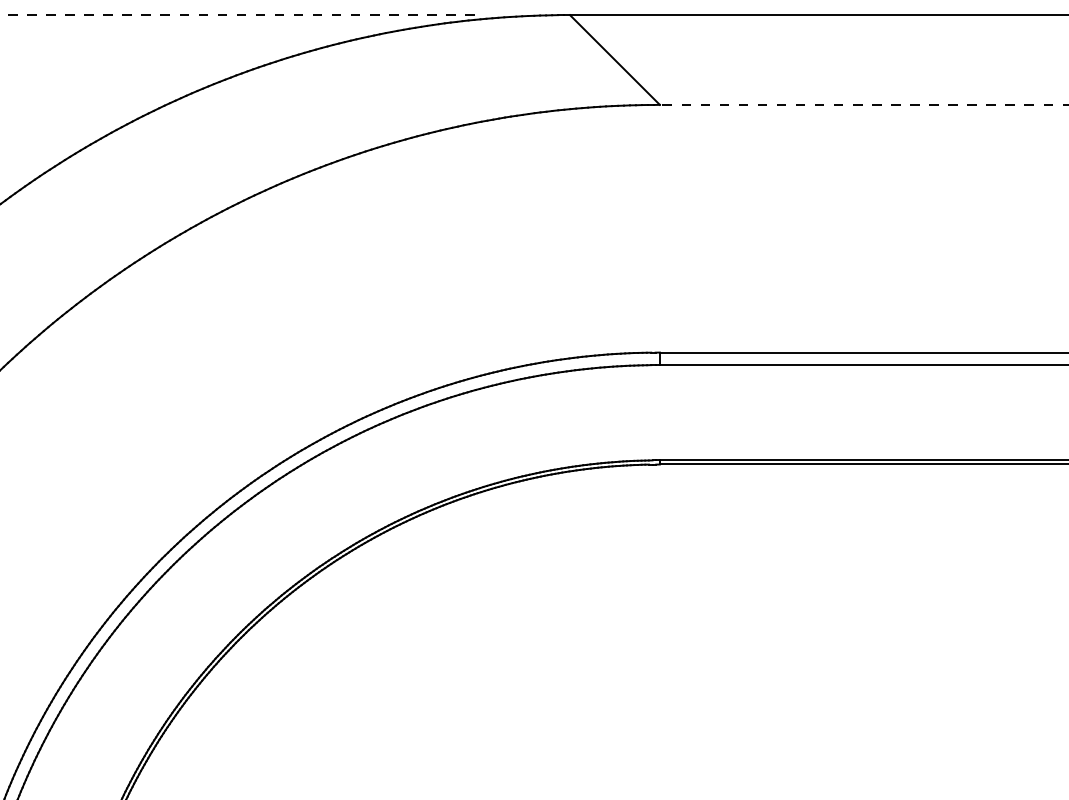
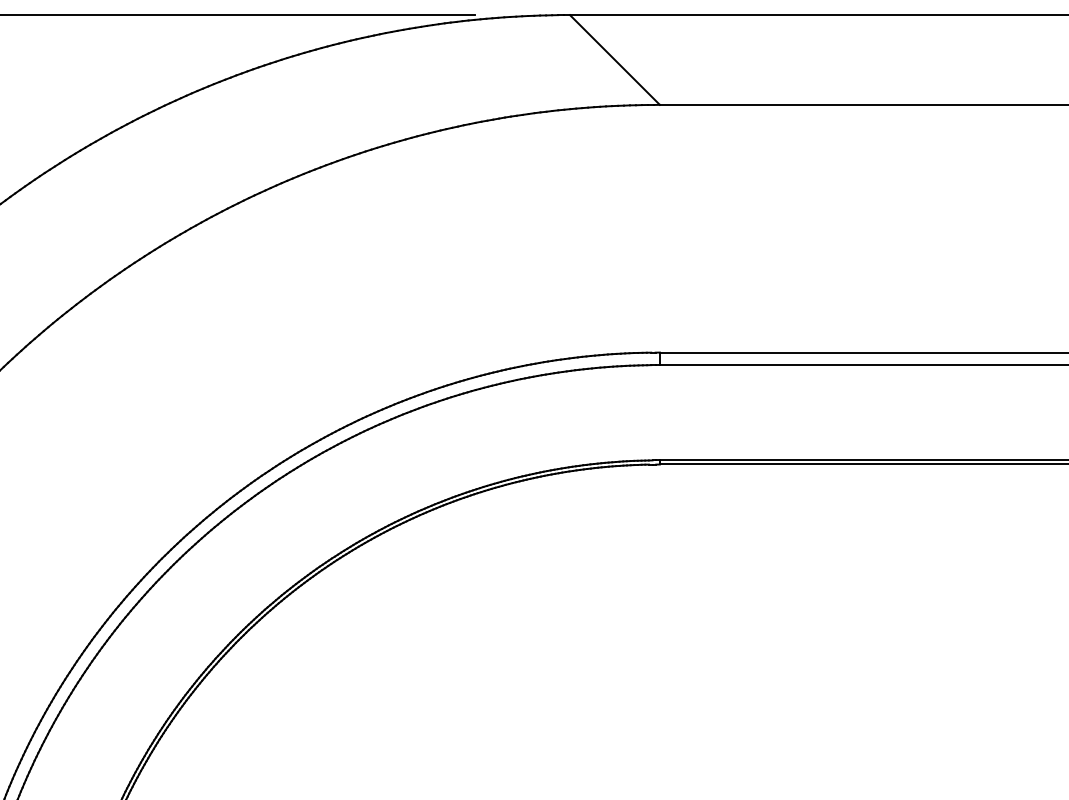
line at (237, 15): dashed -> solid
line at (864, 104): dashed -> solid
